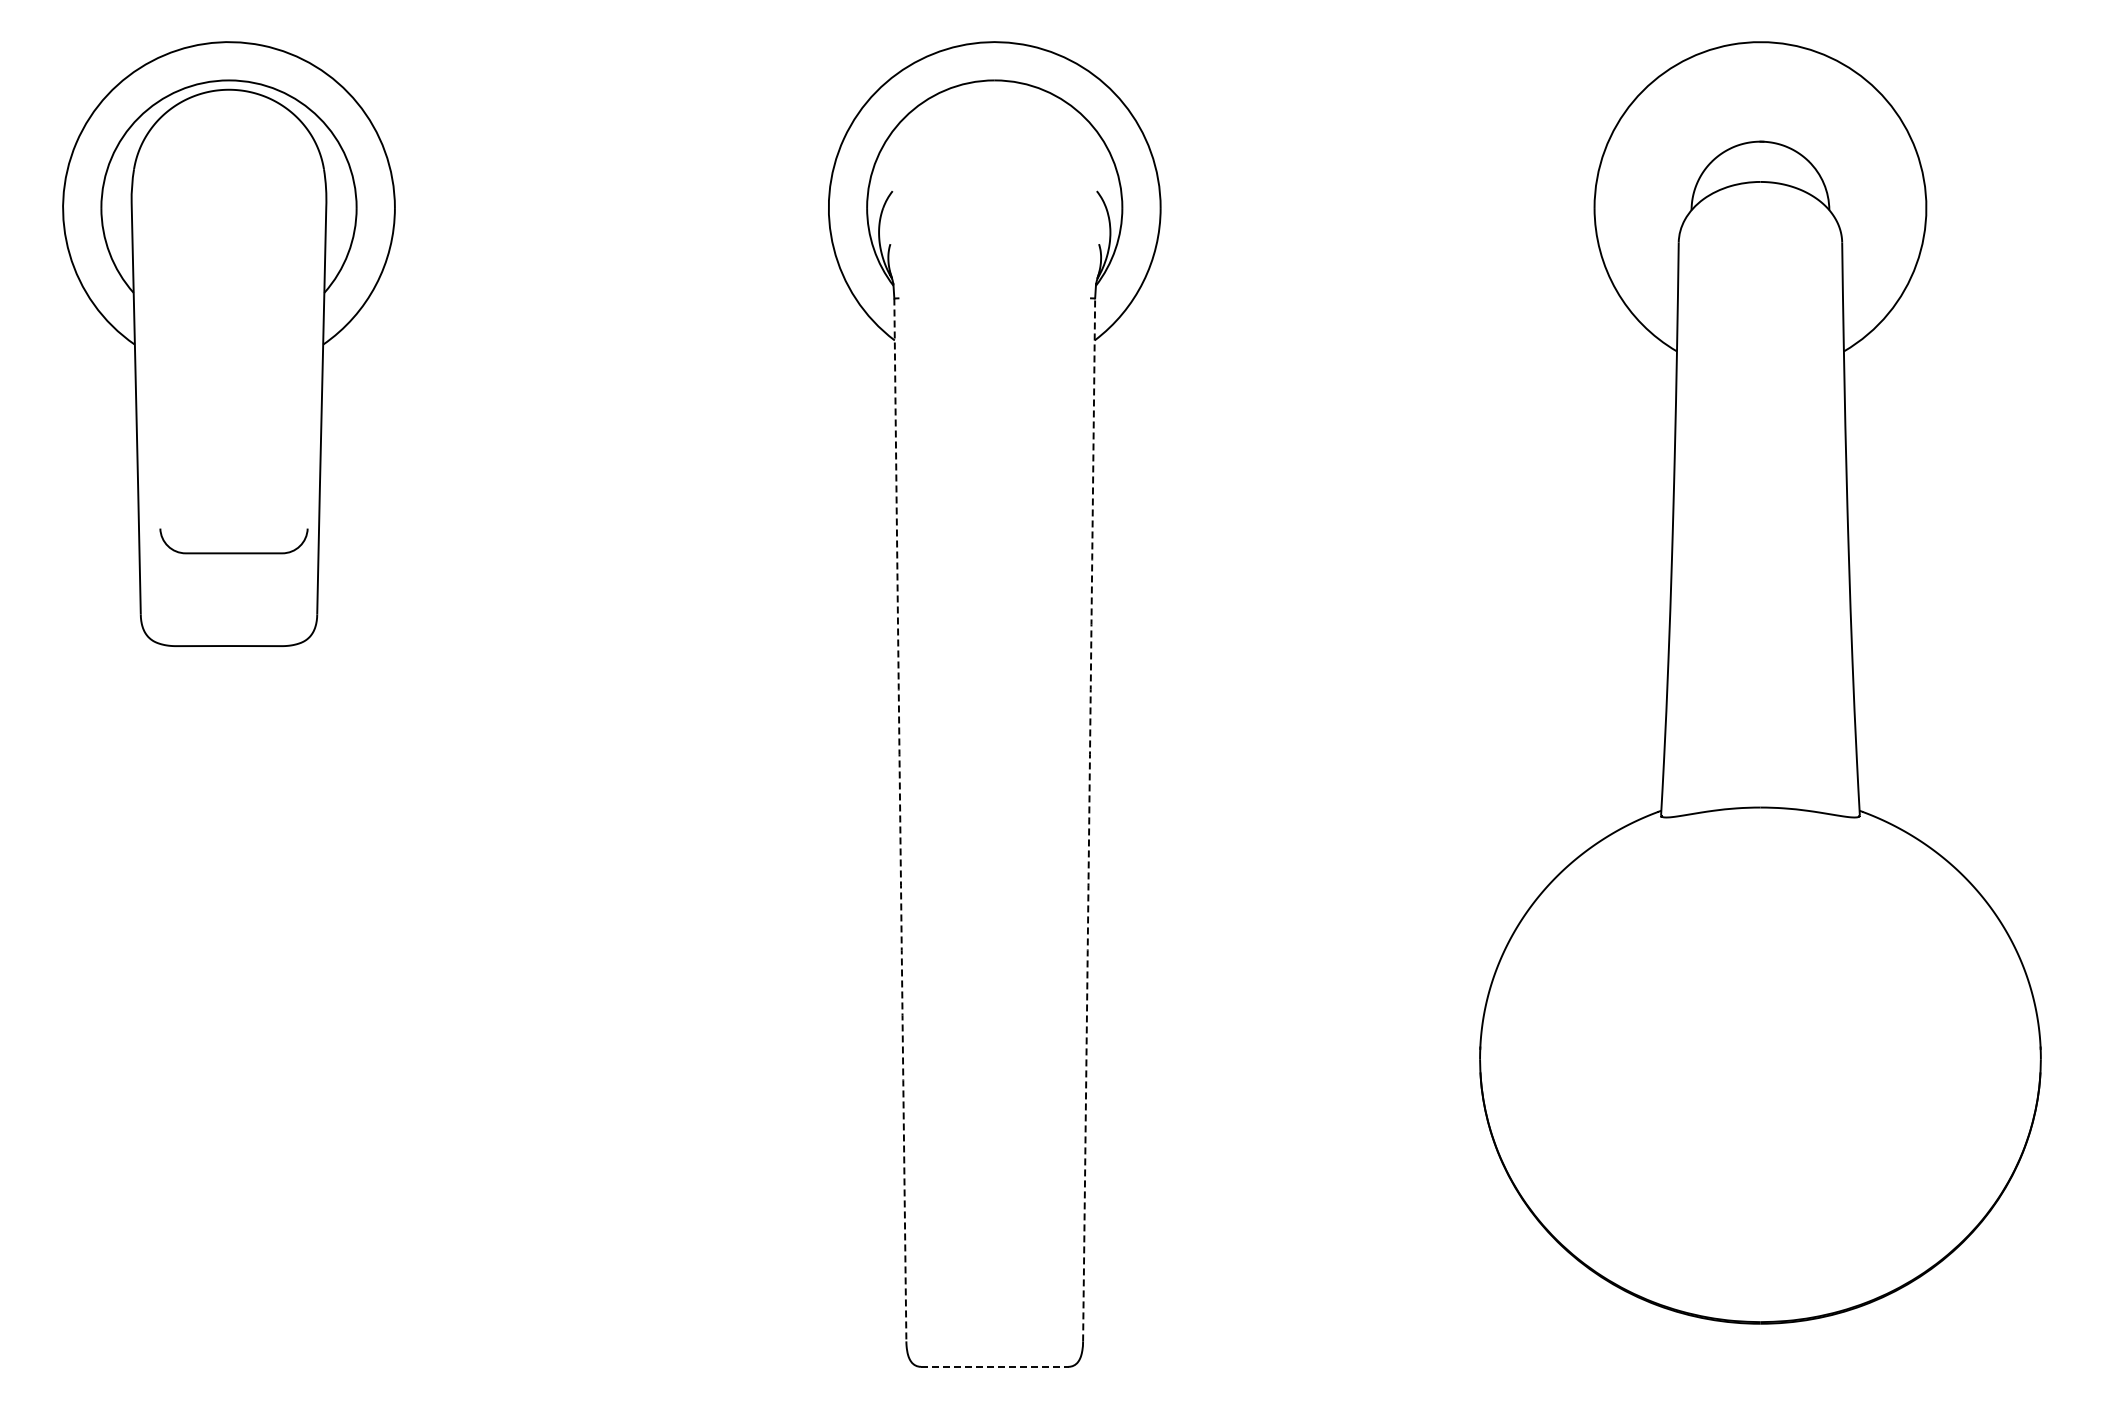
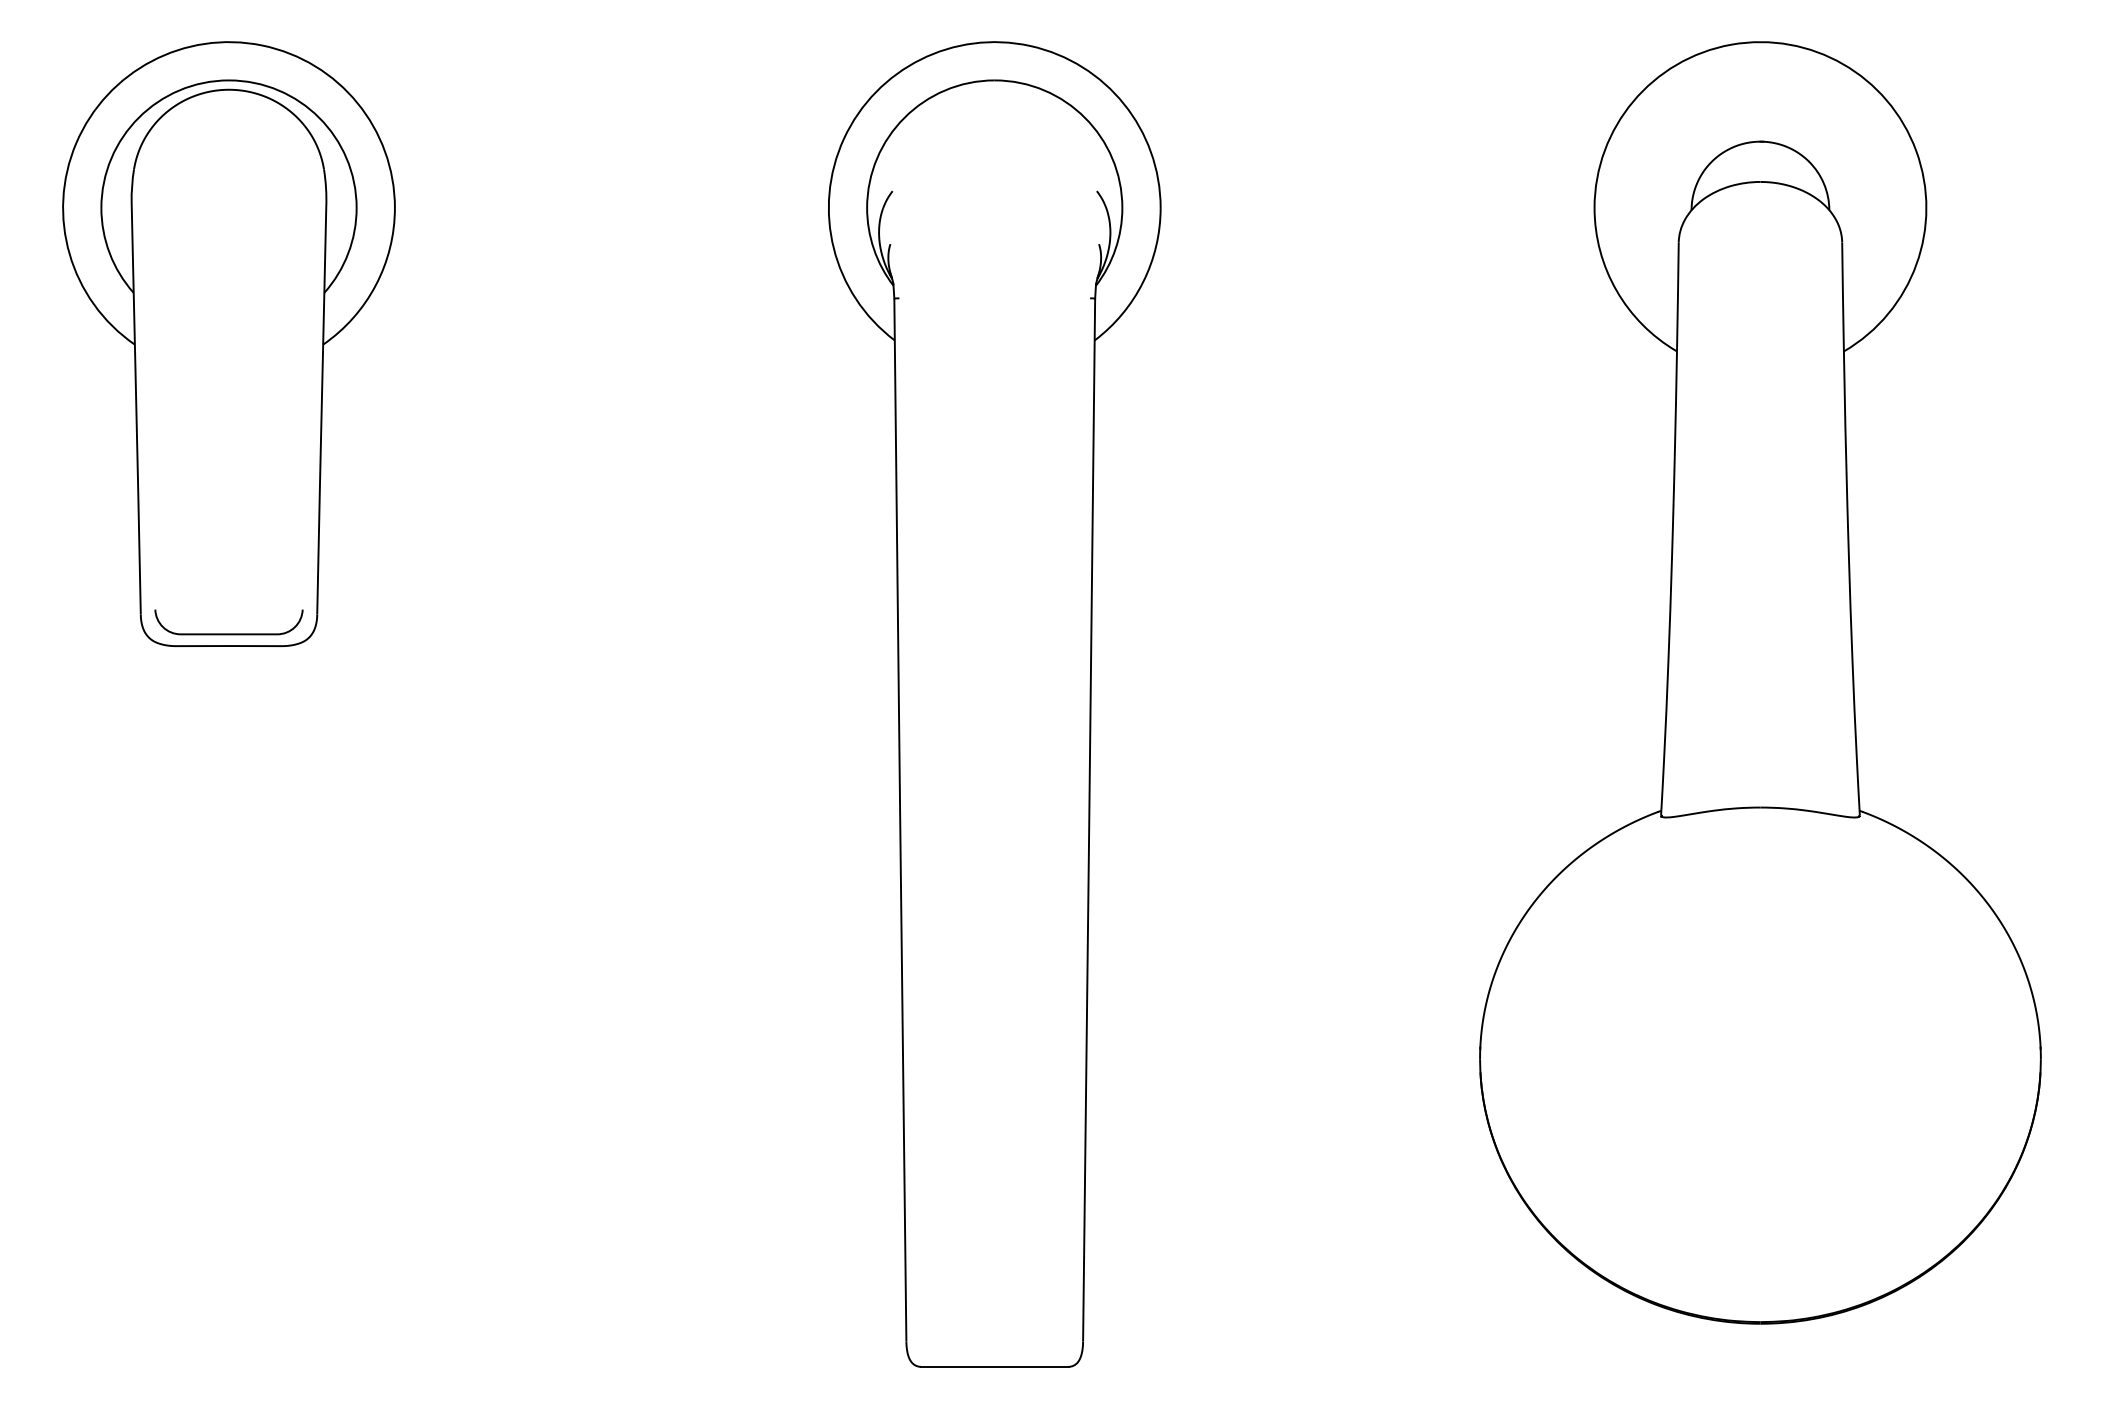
curve at (233, 552) position: (233, 552) -> (228, 633)
arc at (900, 819): dashed -> solid
arc at (1089, 819): dashed -> solid
line at (994, 1366): dashed -> solid
